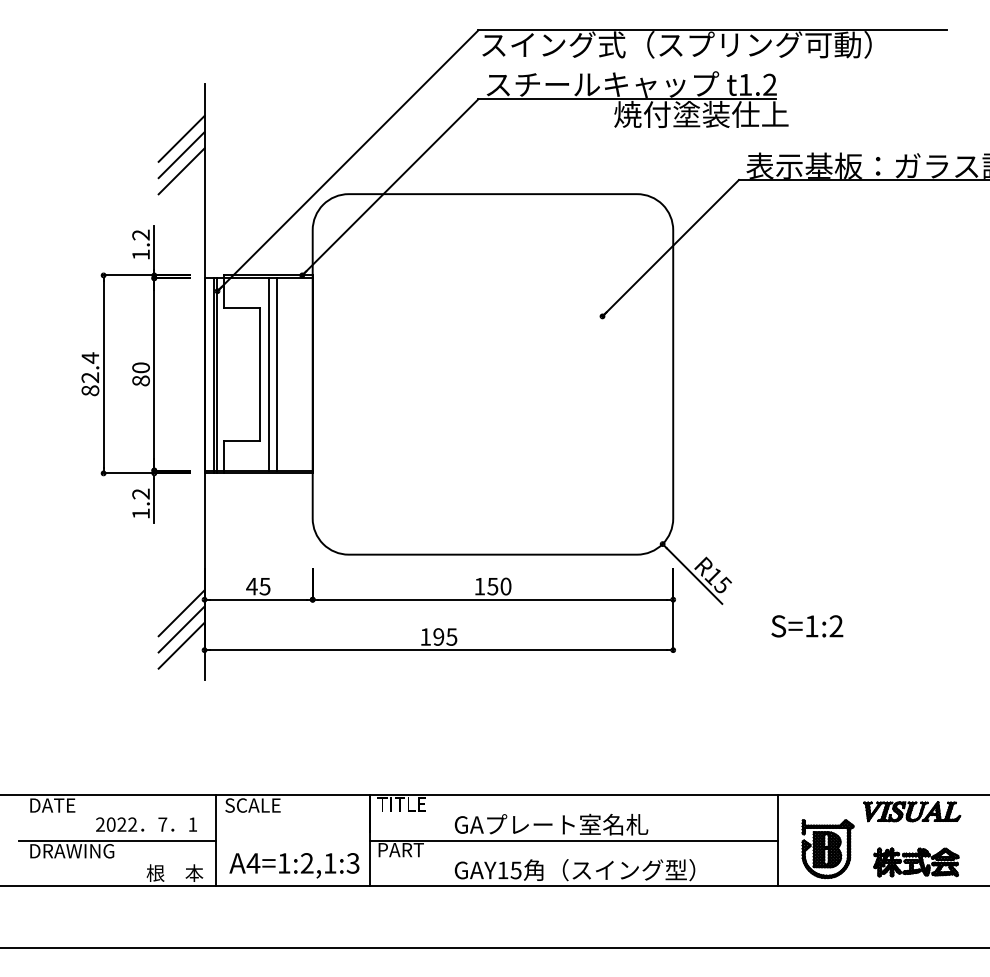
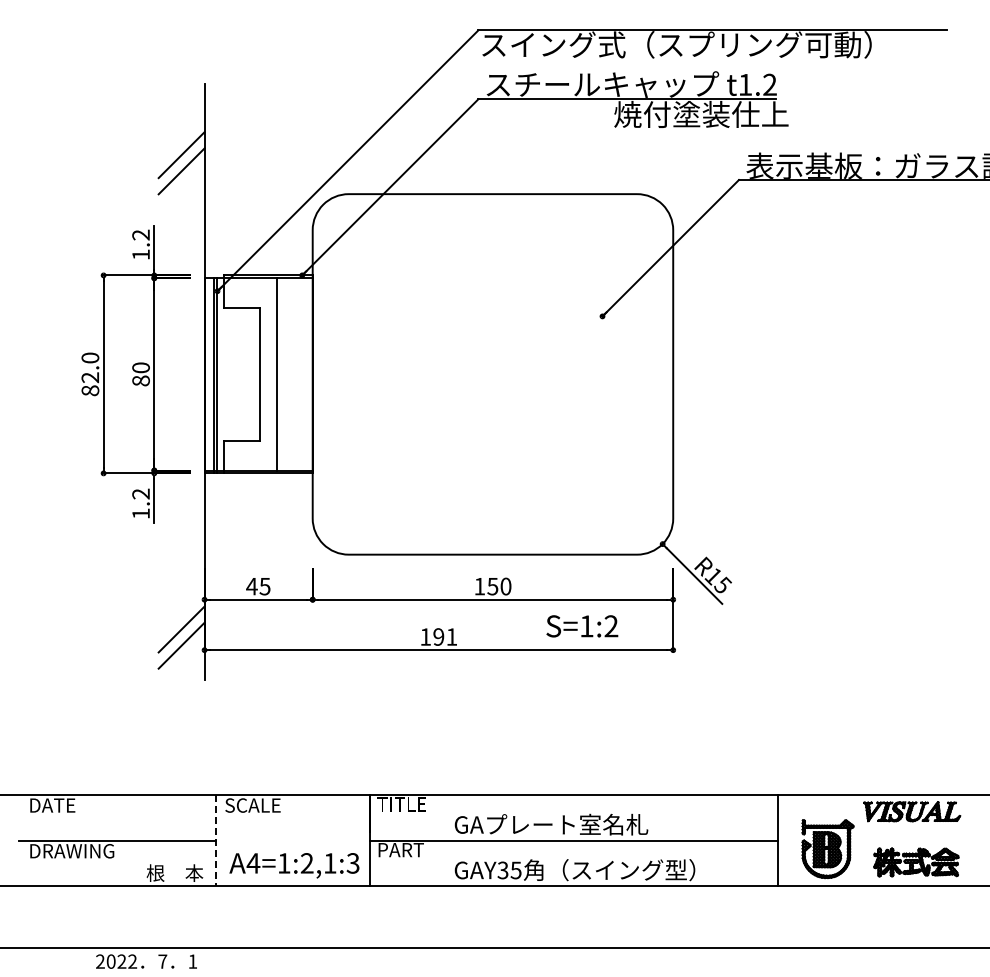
line at (181, 138): present -> none
text at (90, 357): 82.4 -> 82.0
line at (269, 374): present -> none
line at (181, 613): present -> none
text at (807, 626) position: (807, 626) -> (582, 626)
text at (451, 636): 195 -> 191
text at (146, 824) position: (146, 824) -> (146, 961)
line at (215, 840): solid -> dashed
text at (502, 870): GAY15 -> GAY35
